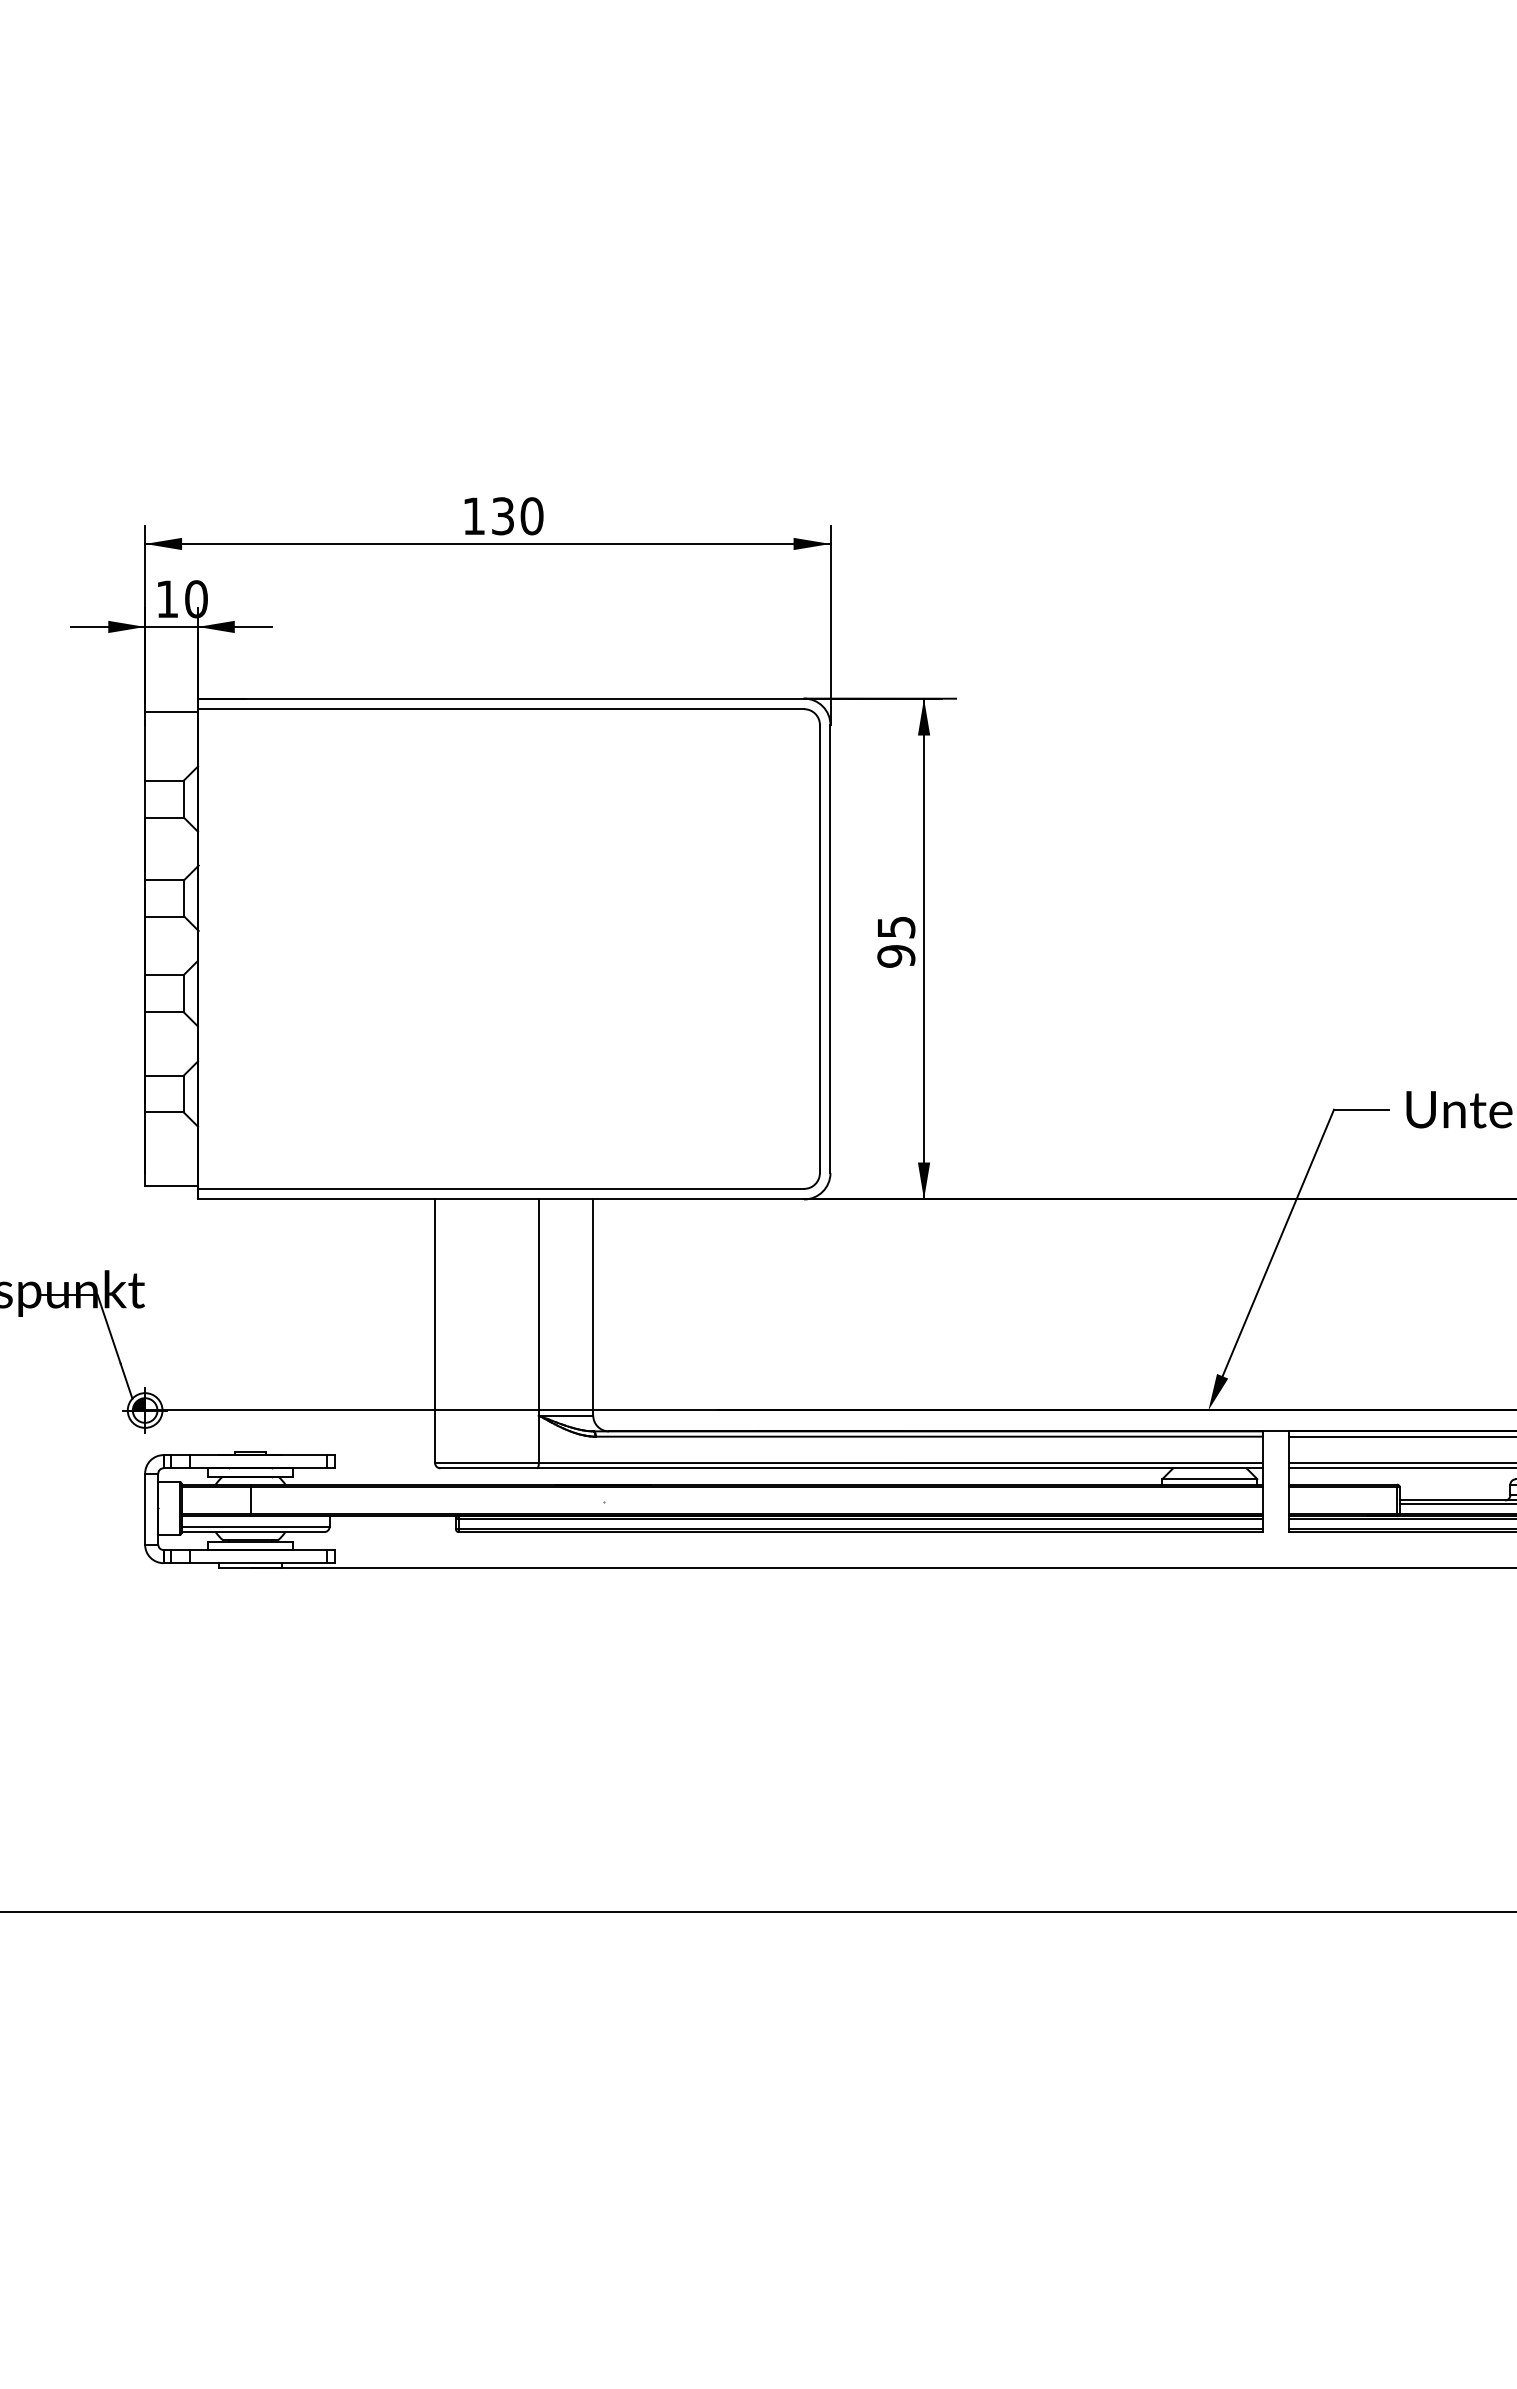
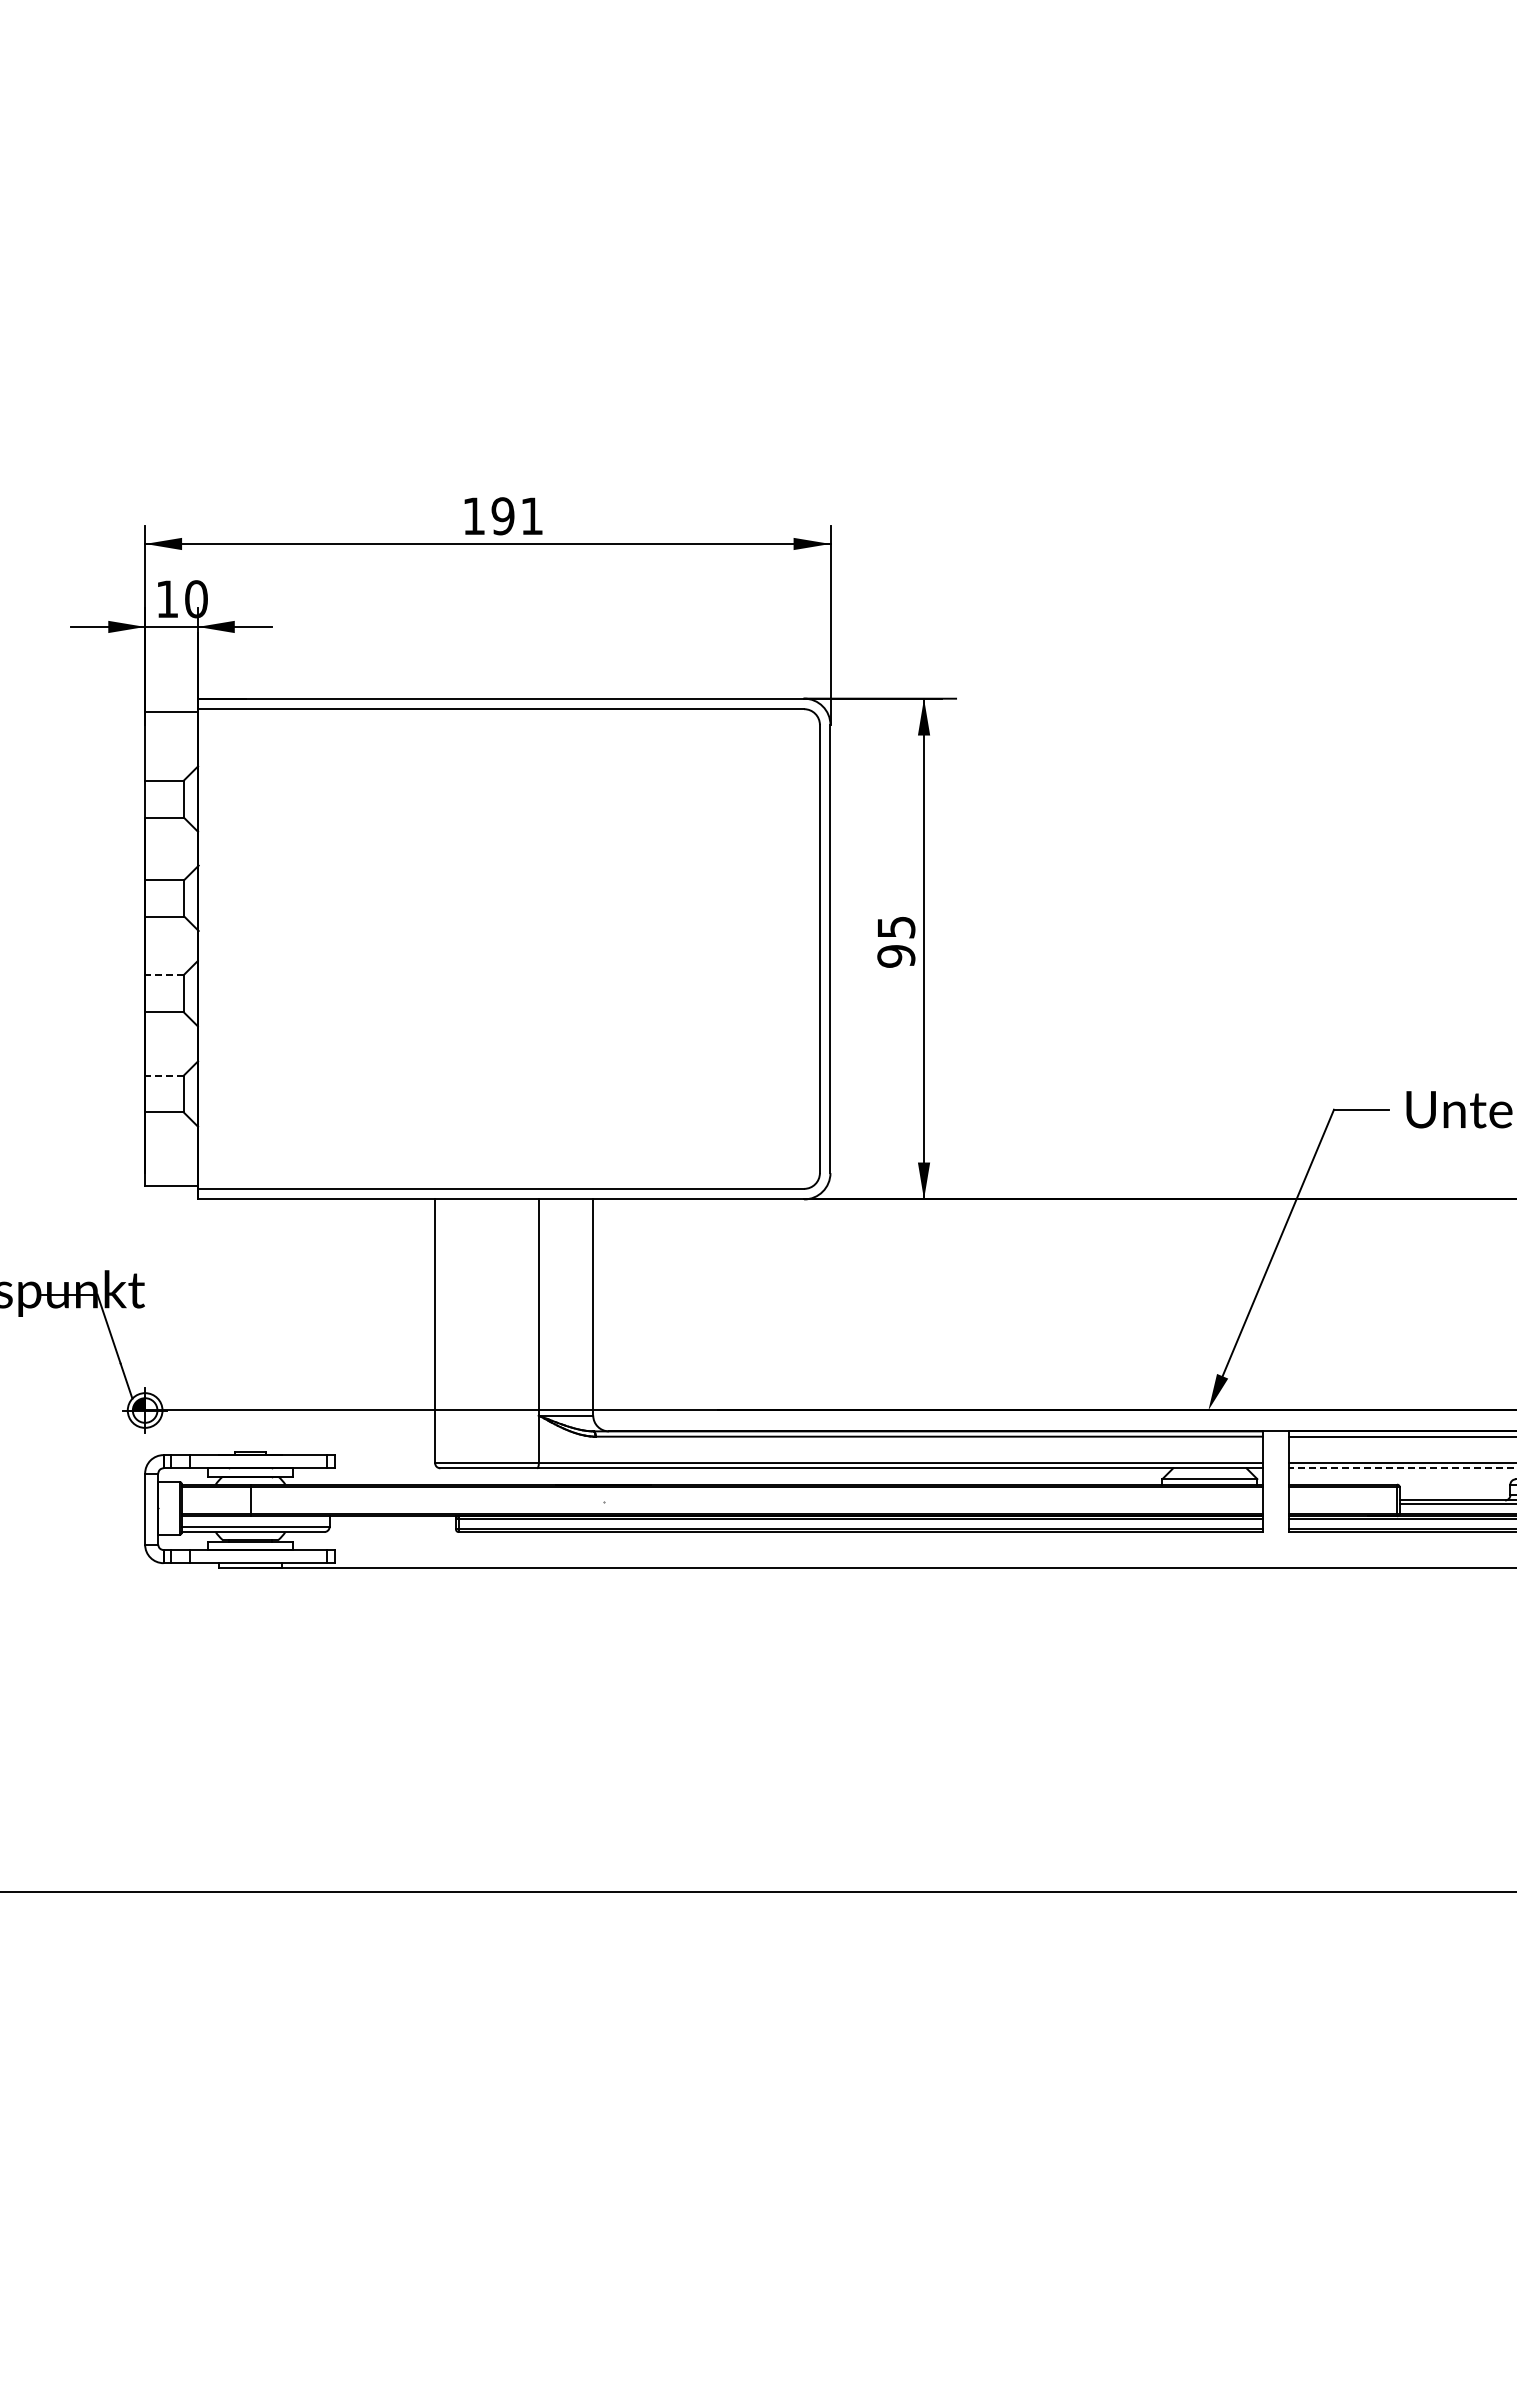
text at (517, 516): 130 -> 191
line at (163, 975): solid -> dashed
line at (164, 1075): solid -> dashed
line at (1402, 1468): solid -> dashed
line at (757, 1912) position: (757, 1912) -> (757, 1892)
